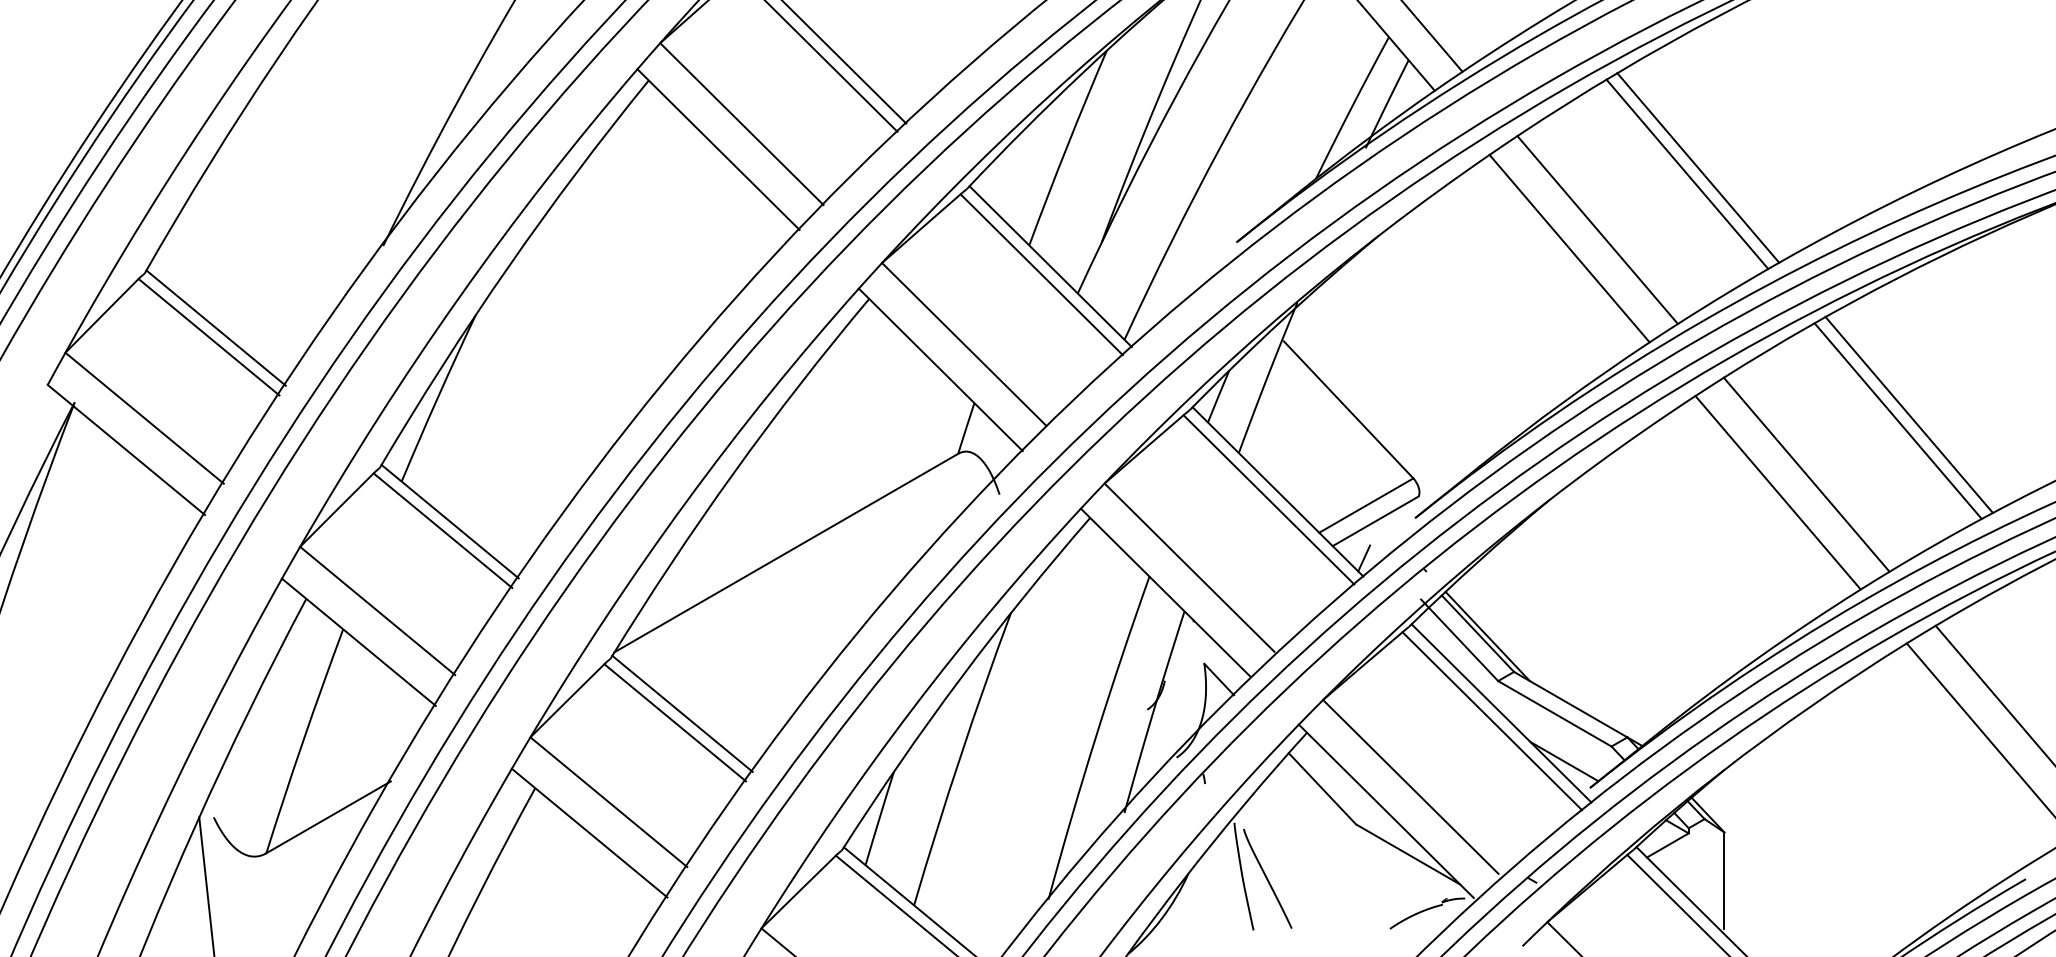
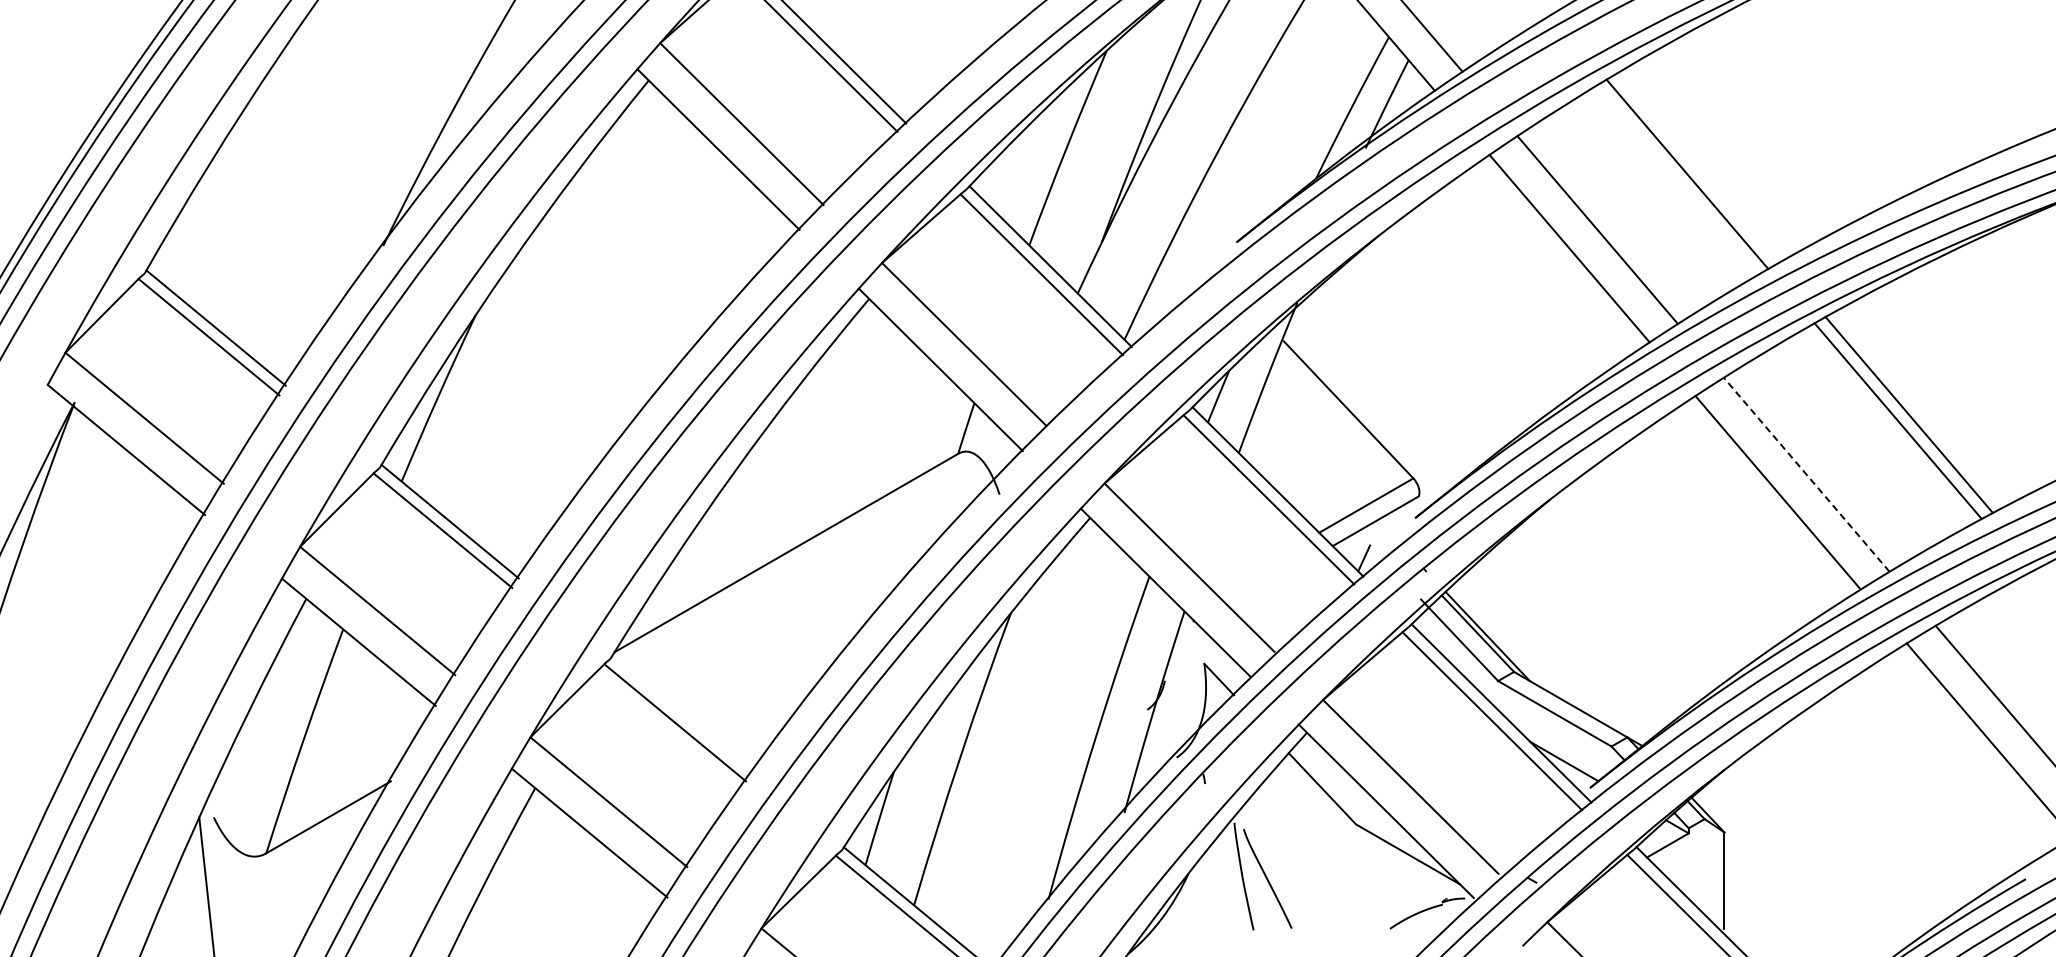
line at (1698, 167): present -> none
line at (1806, 474): solid -> dashed
line at (682, 713): present -> none
